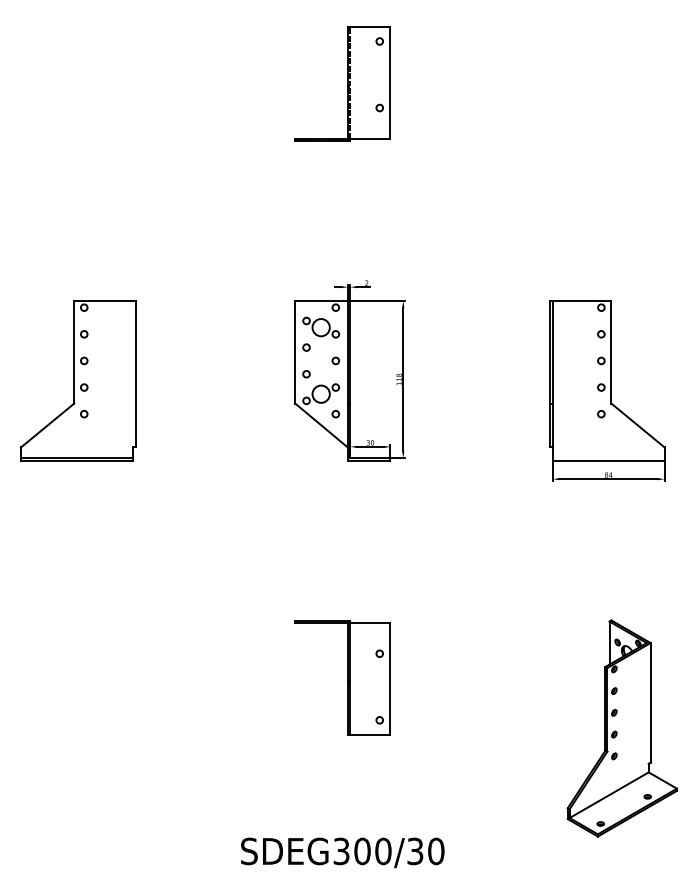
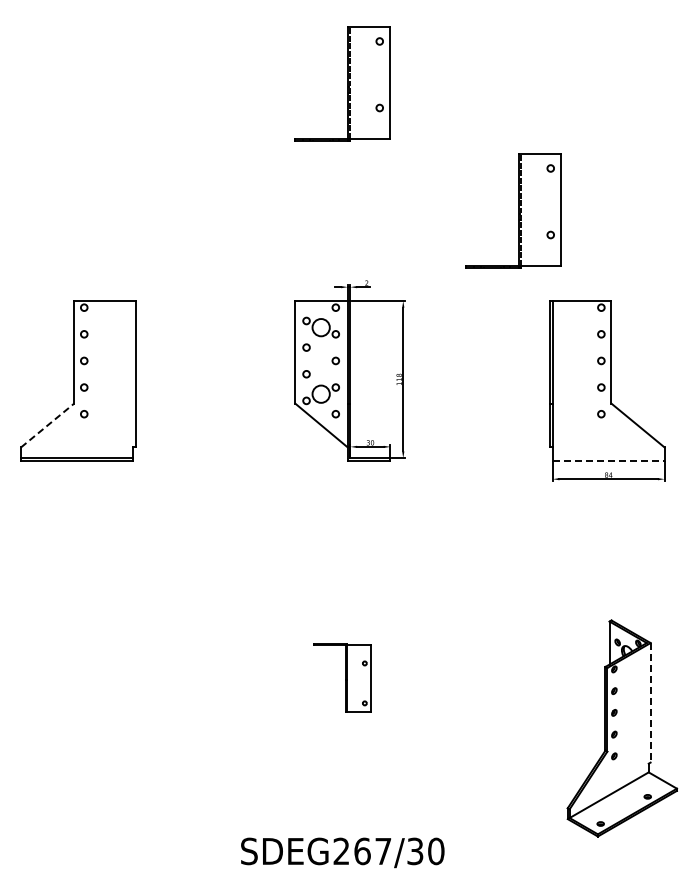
part at (513, 210): none -> present
line at (47, 425): solid -> dashed
line at (608, 460): solid -> dashed
part at (342, 677) size: 97x116 px -> 59x70 px
line at (650, 702): solid -> dashed
text at (362, 851): SDEG300/30 -> SDEG267/30
